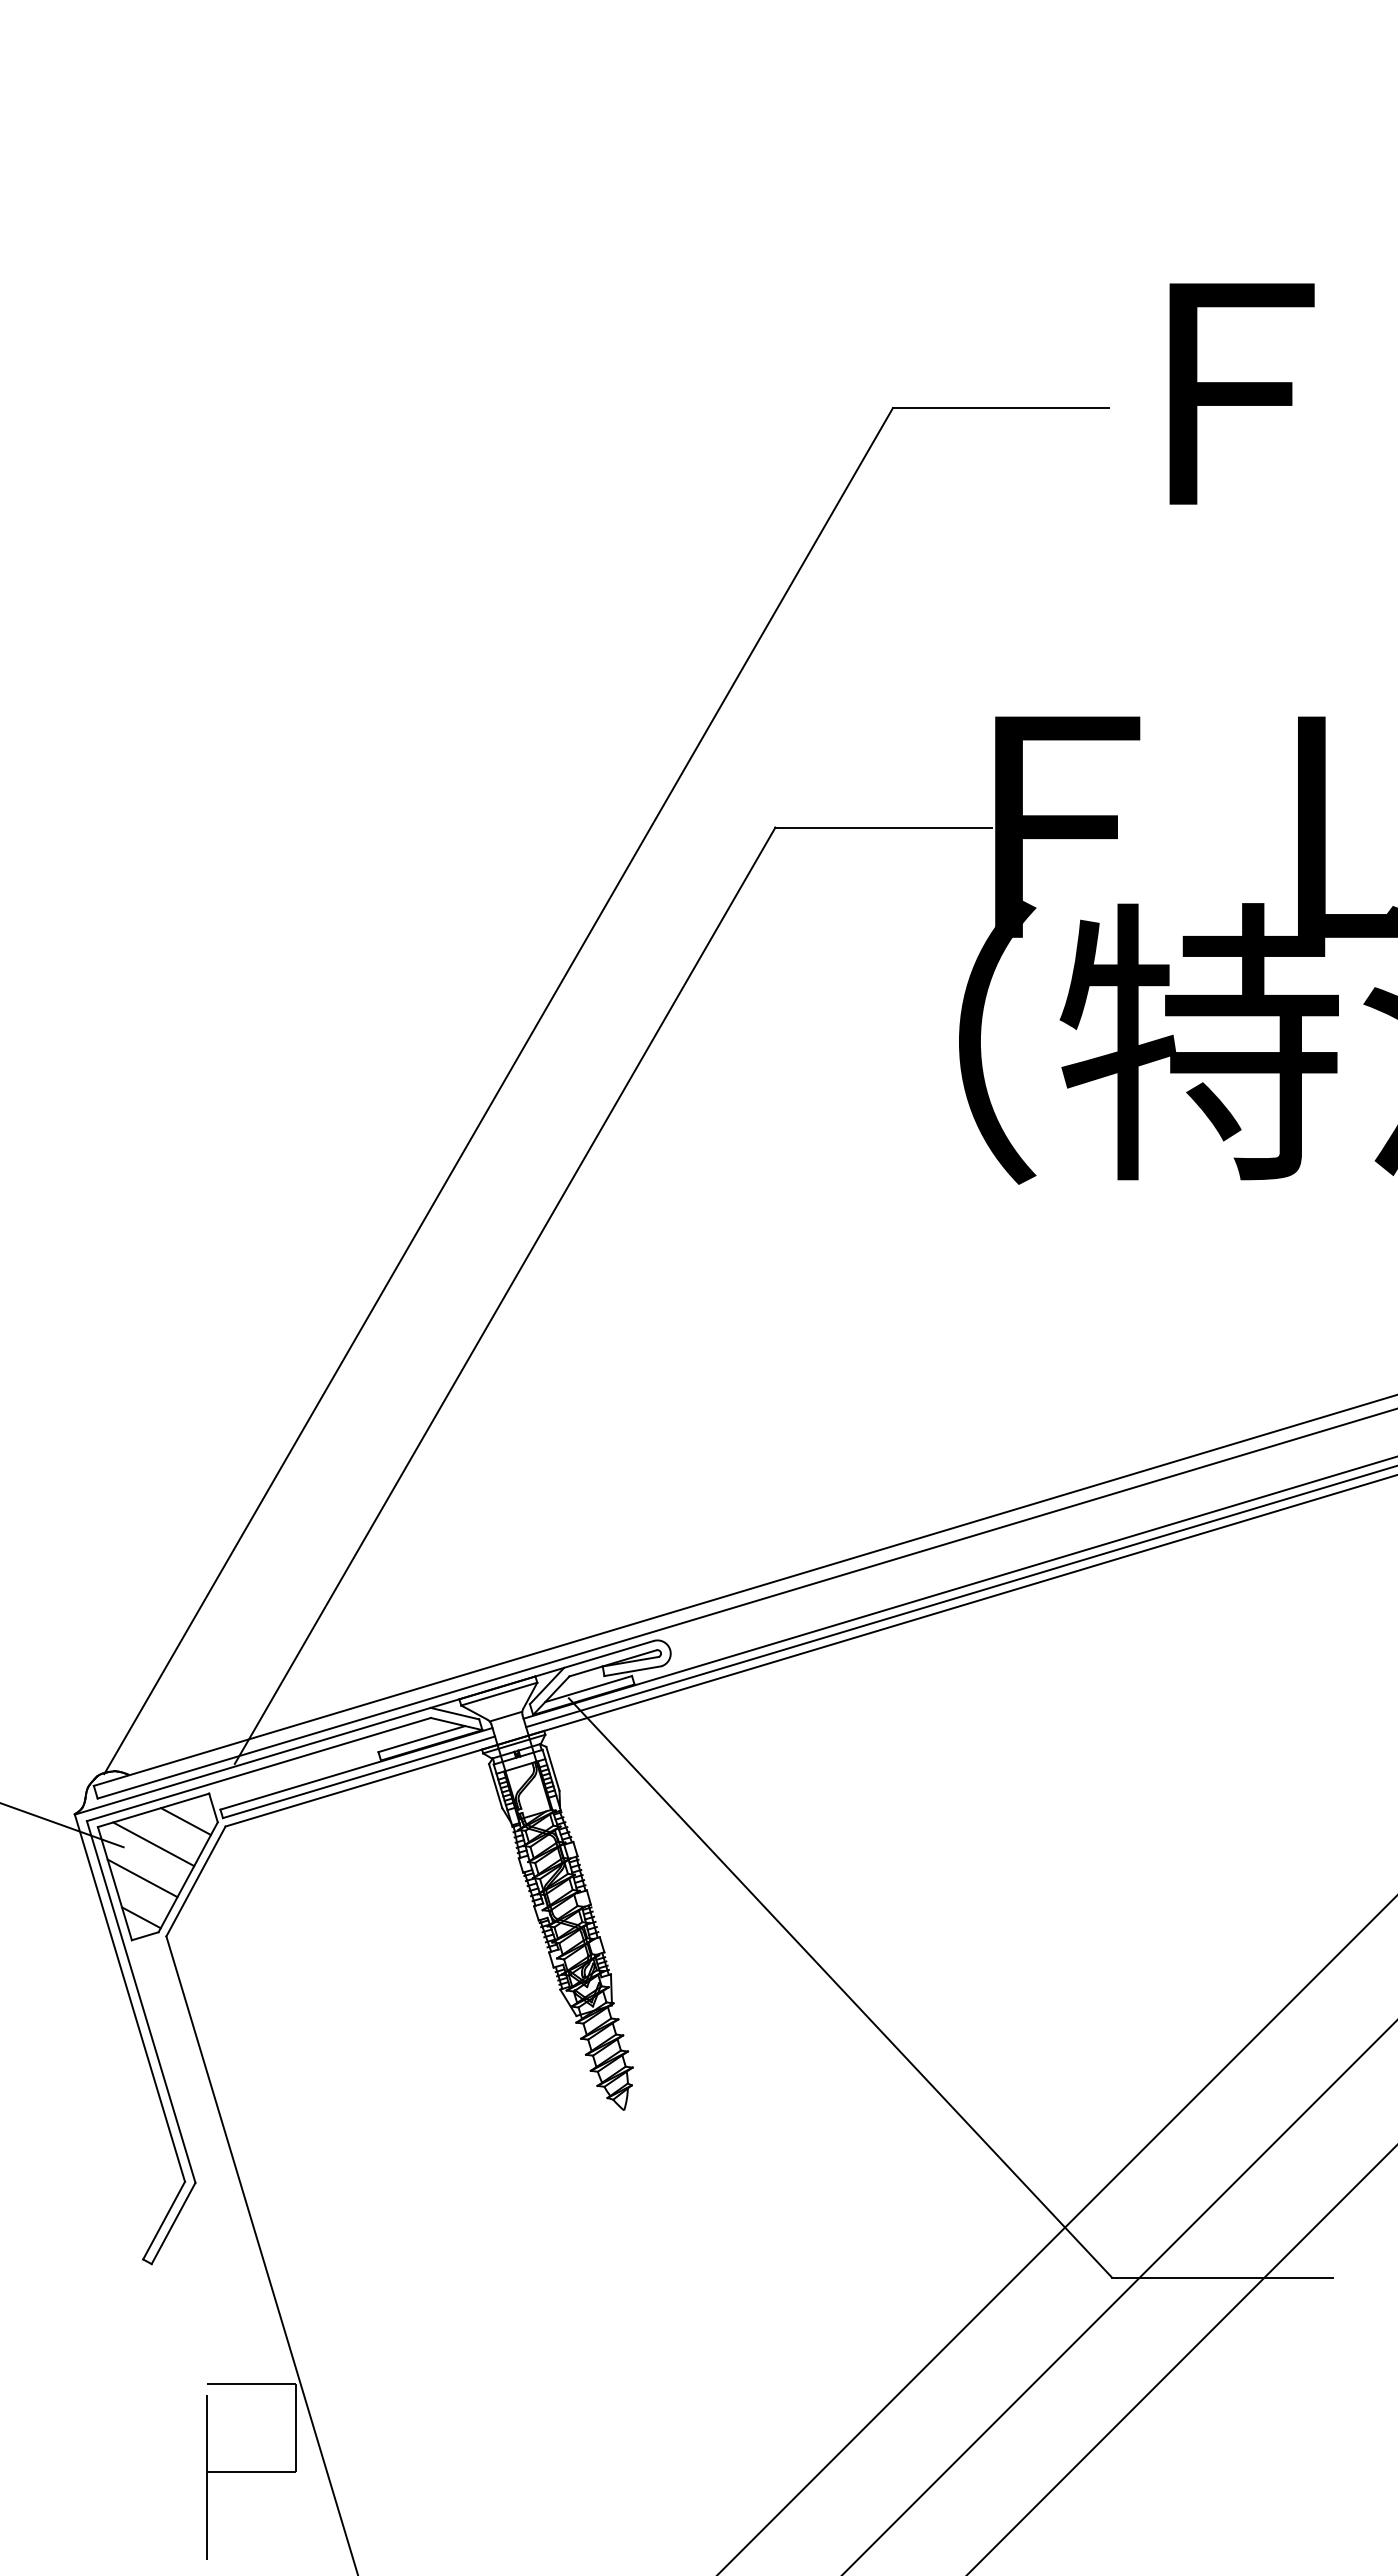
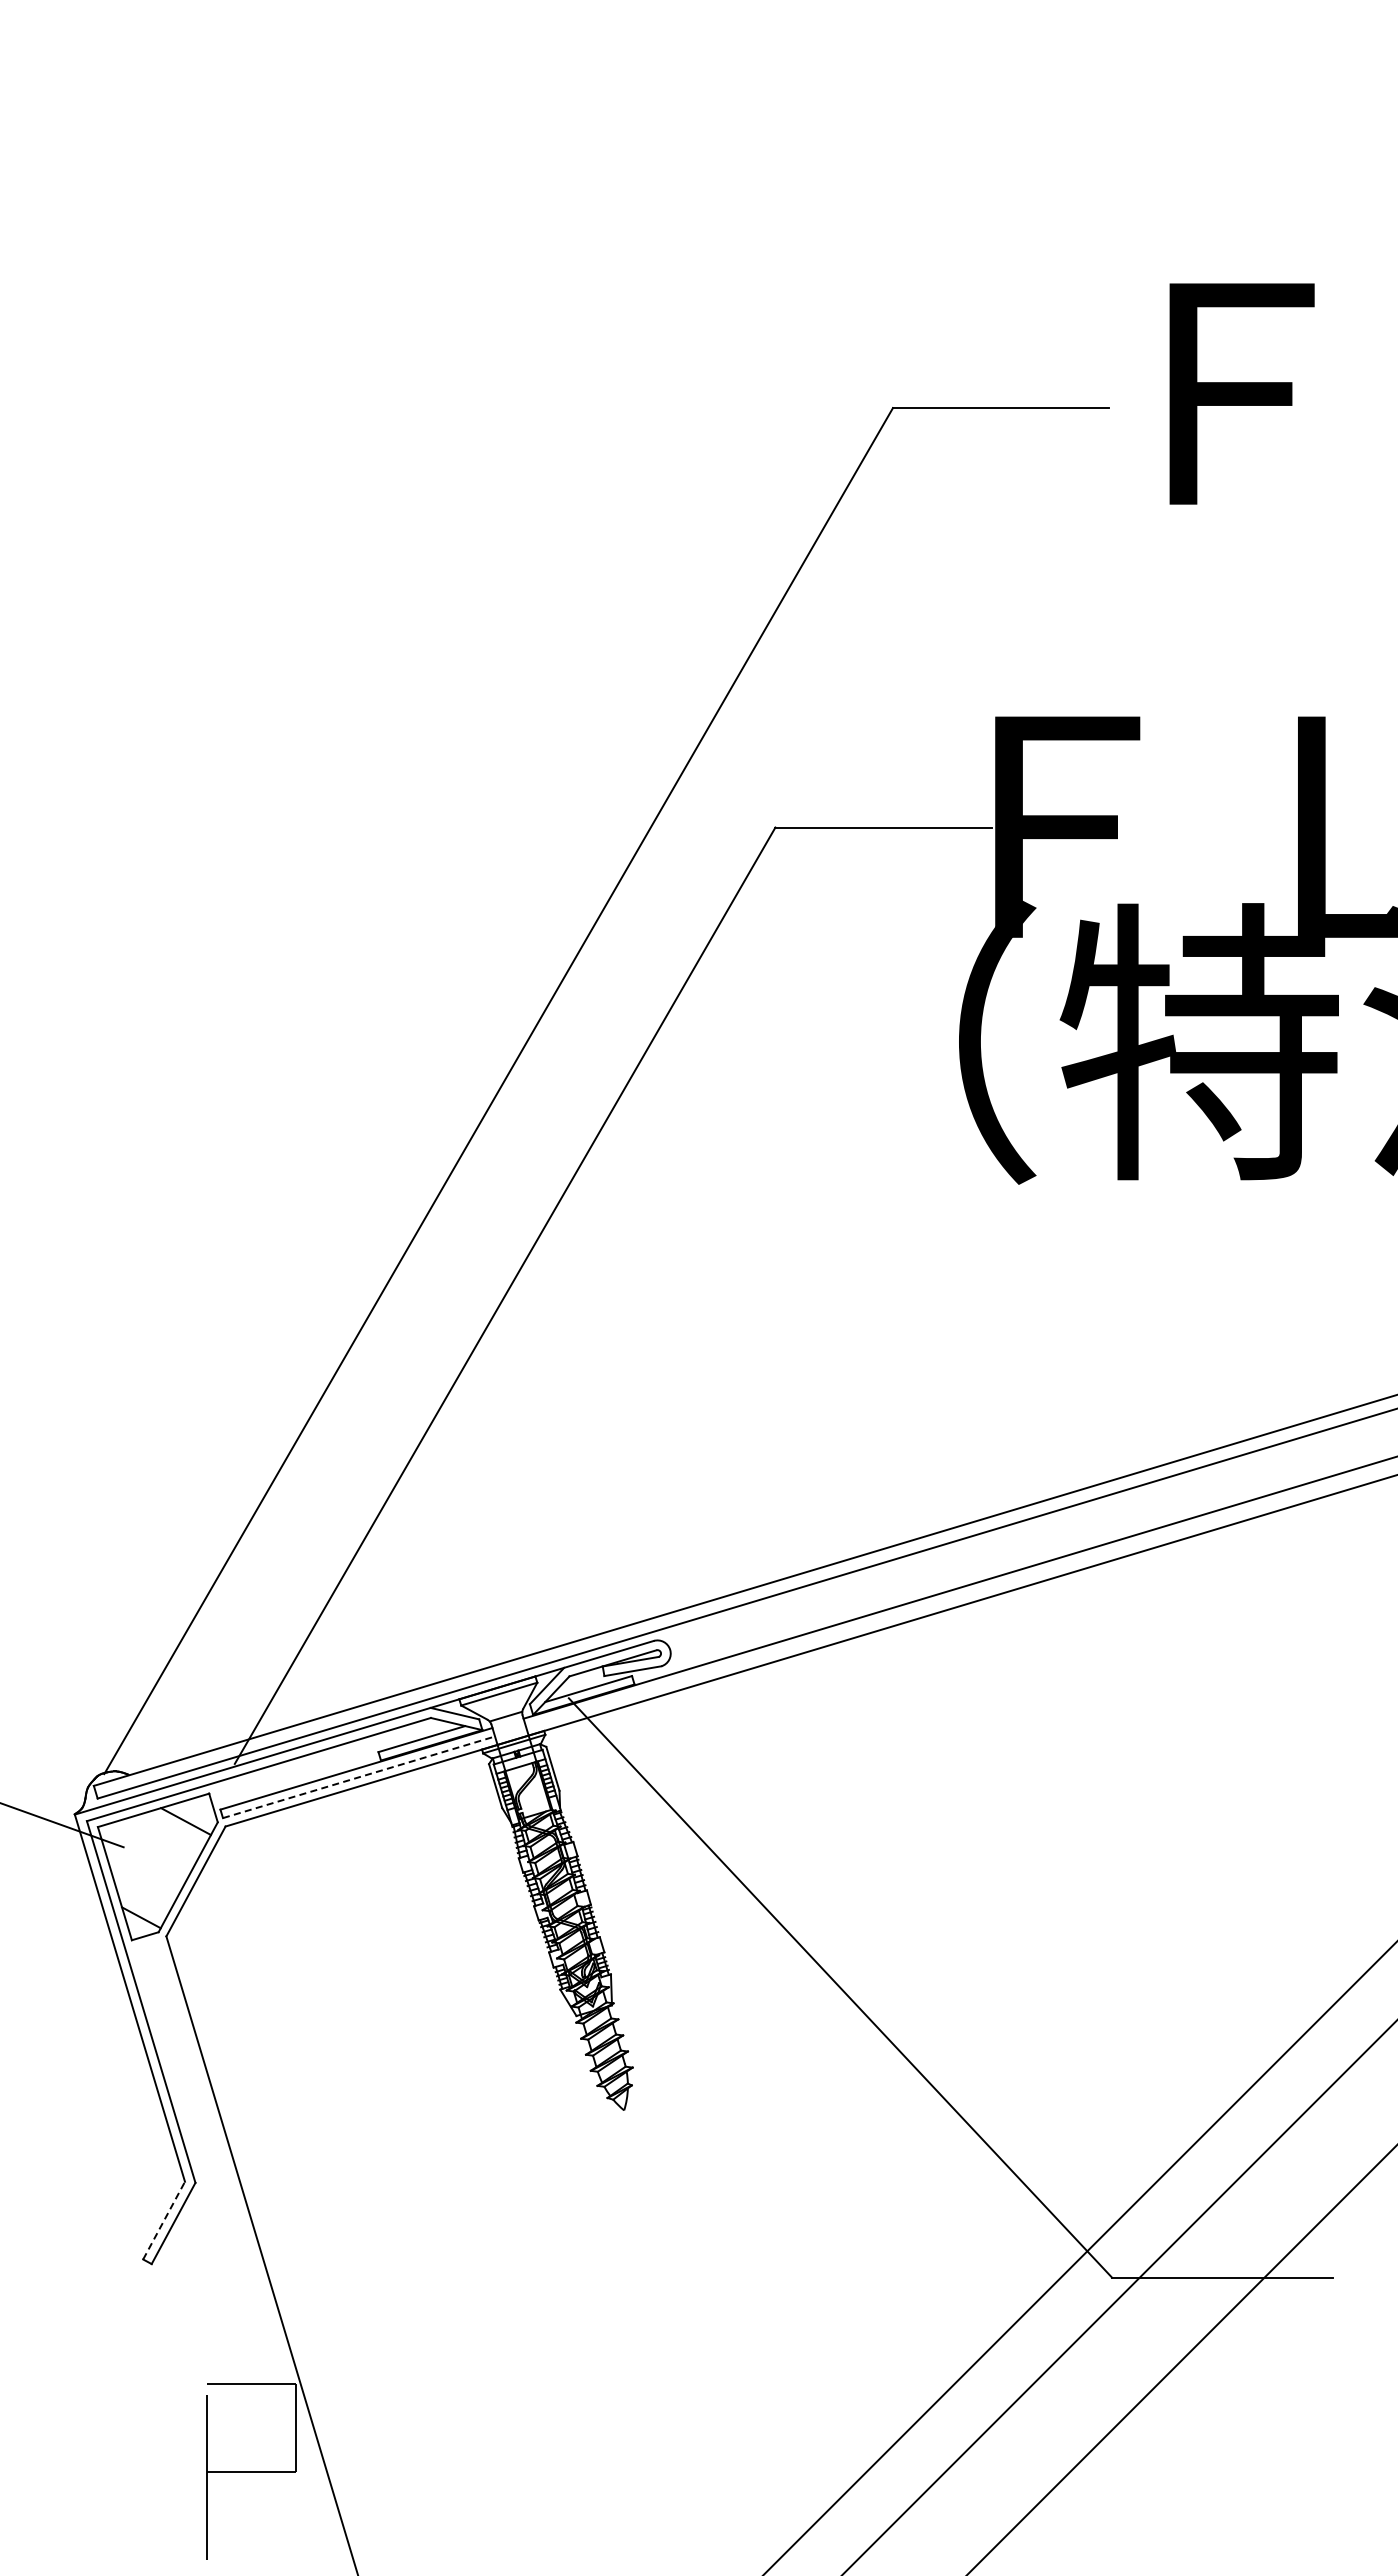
line at (960, 1596): present -> none
line at (359, 1777): solid -> dashed
line at (153, 1844): present -> none
line at (142, 1878): present -> none
line at (164, 2220): solid -> dashed
line at (1057, 2234) position: (1057, 2234) -> (1079, 2258)
